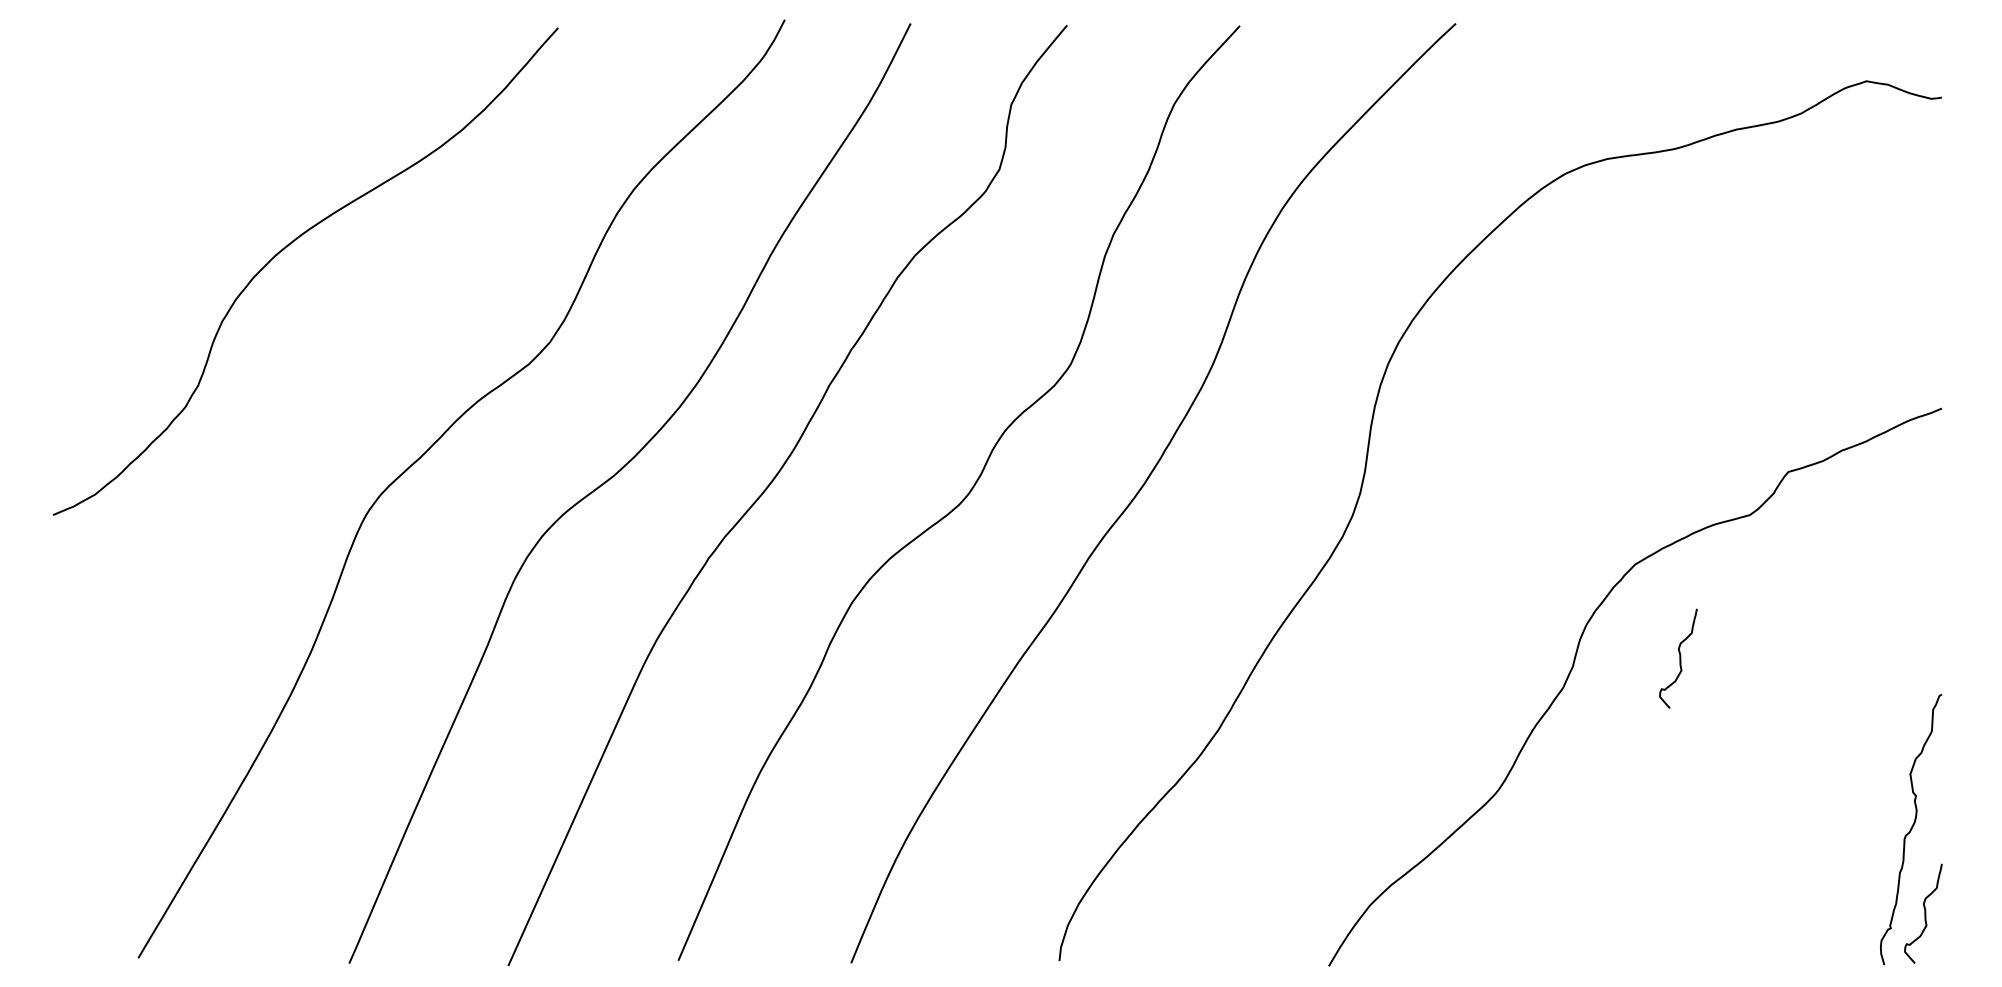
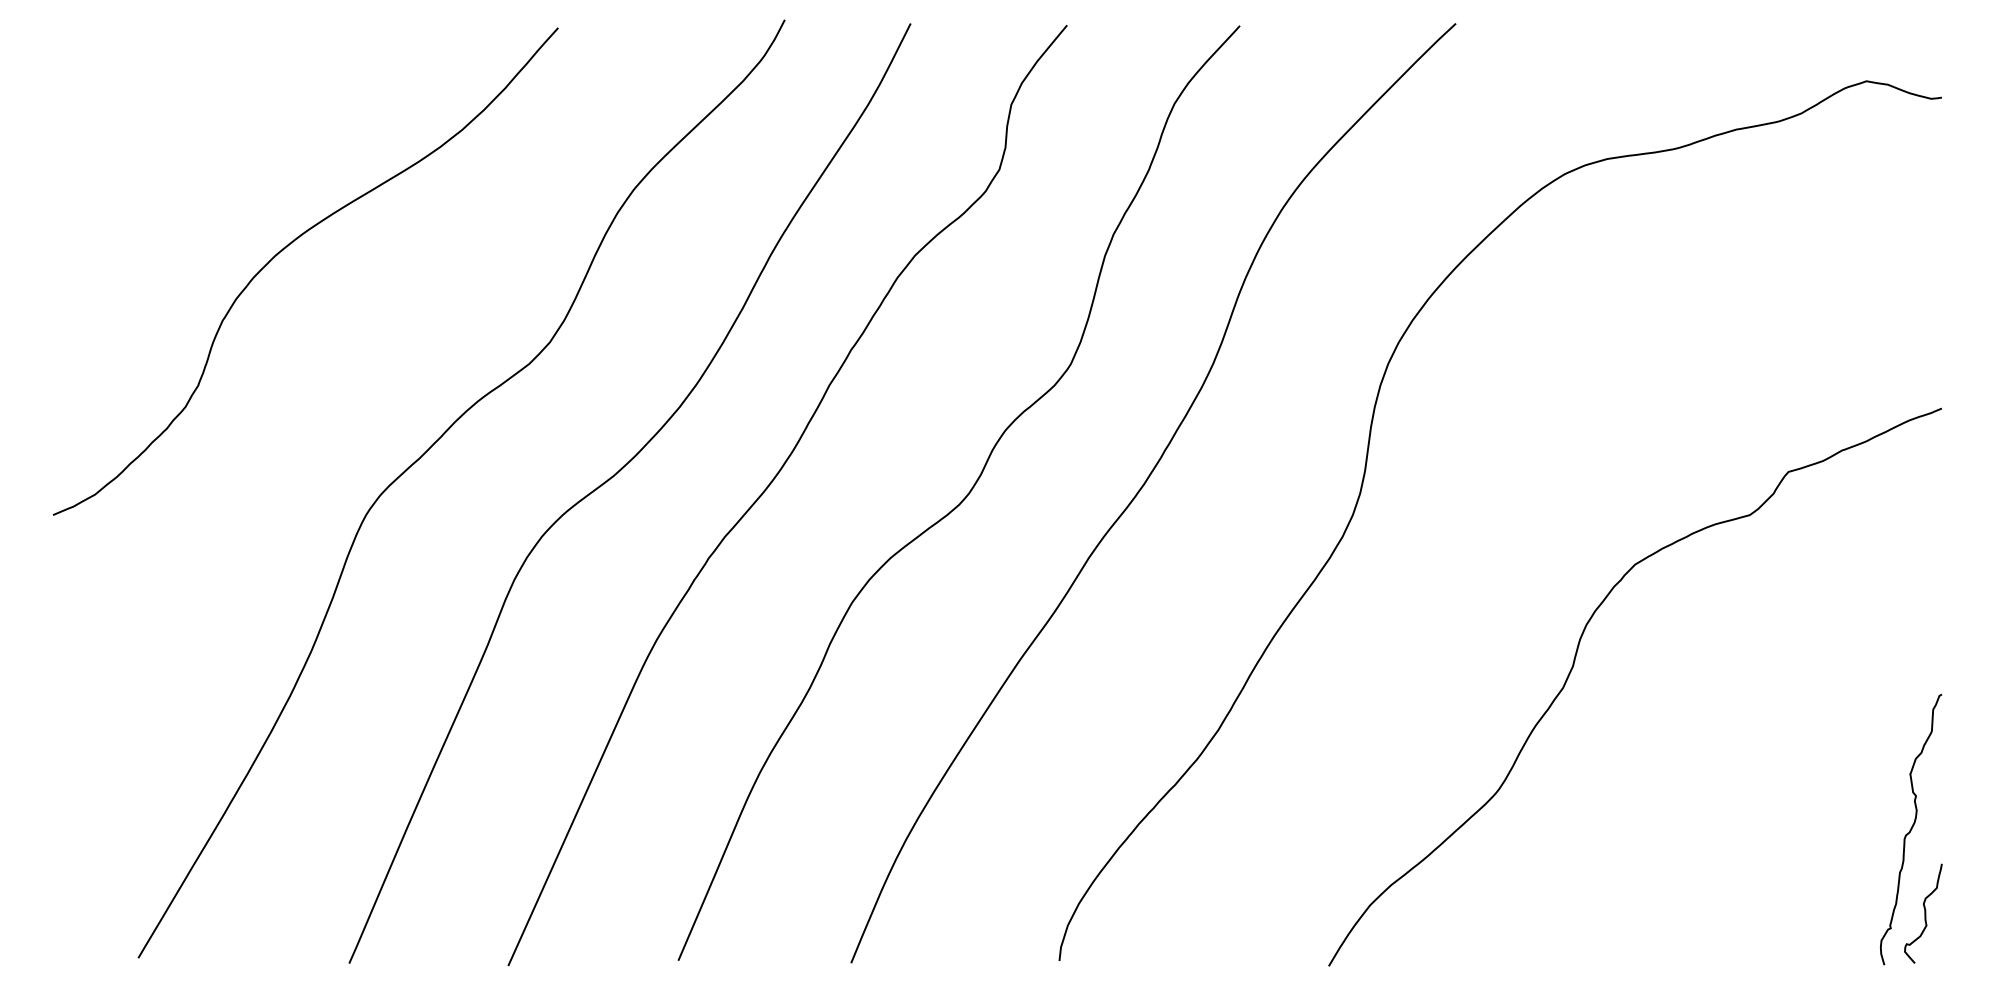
curve at (1679, 658): present -> none
